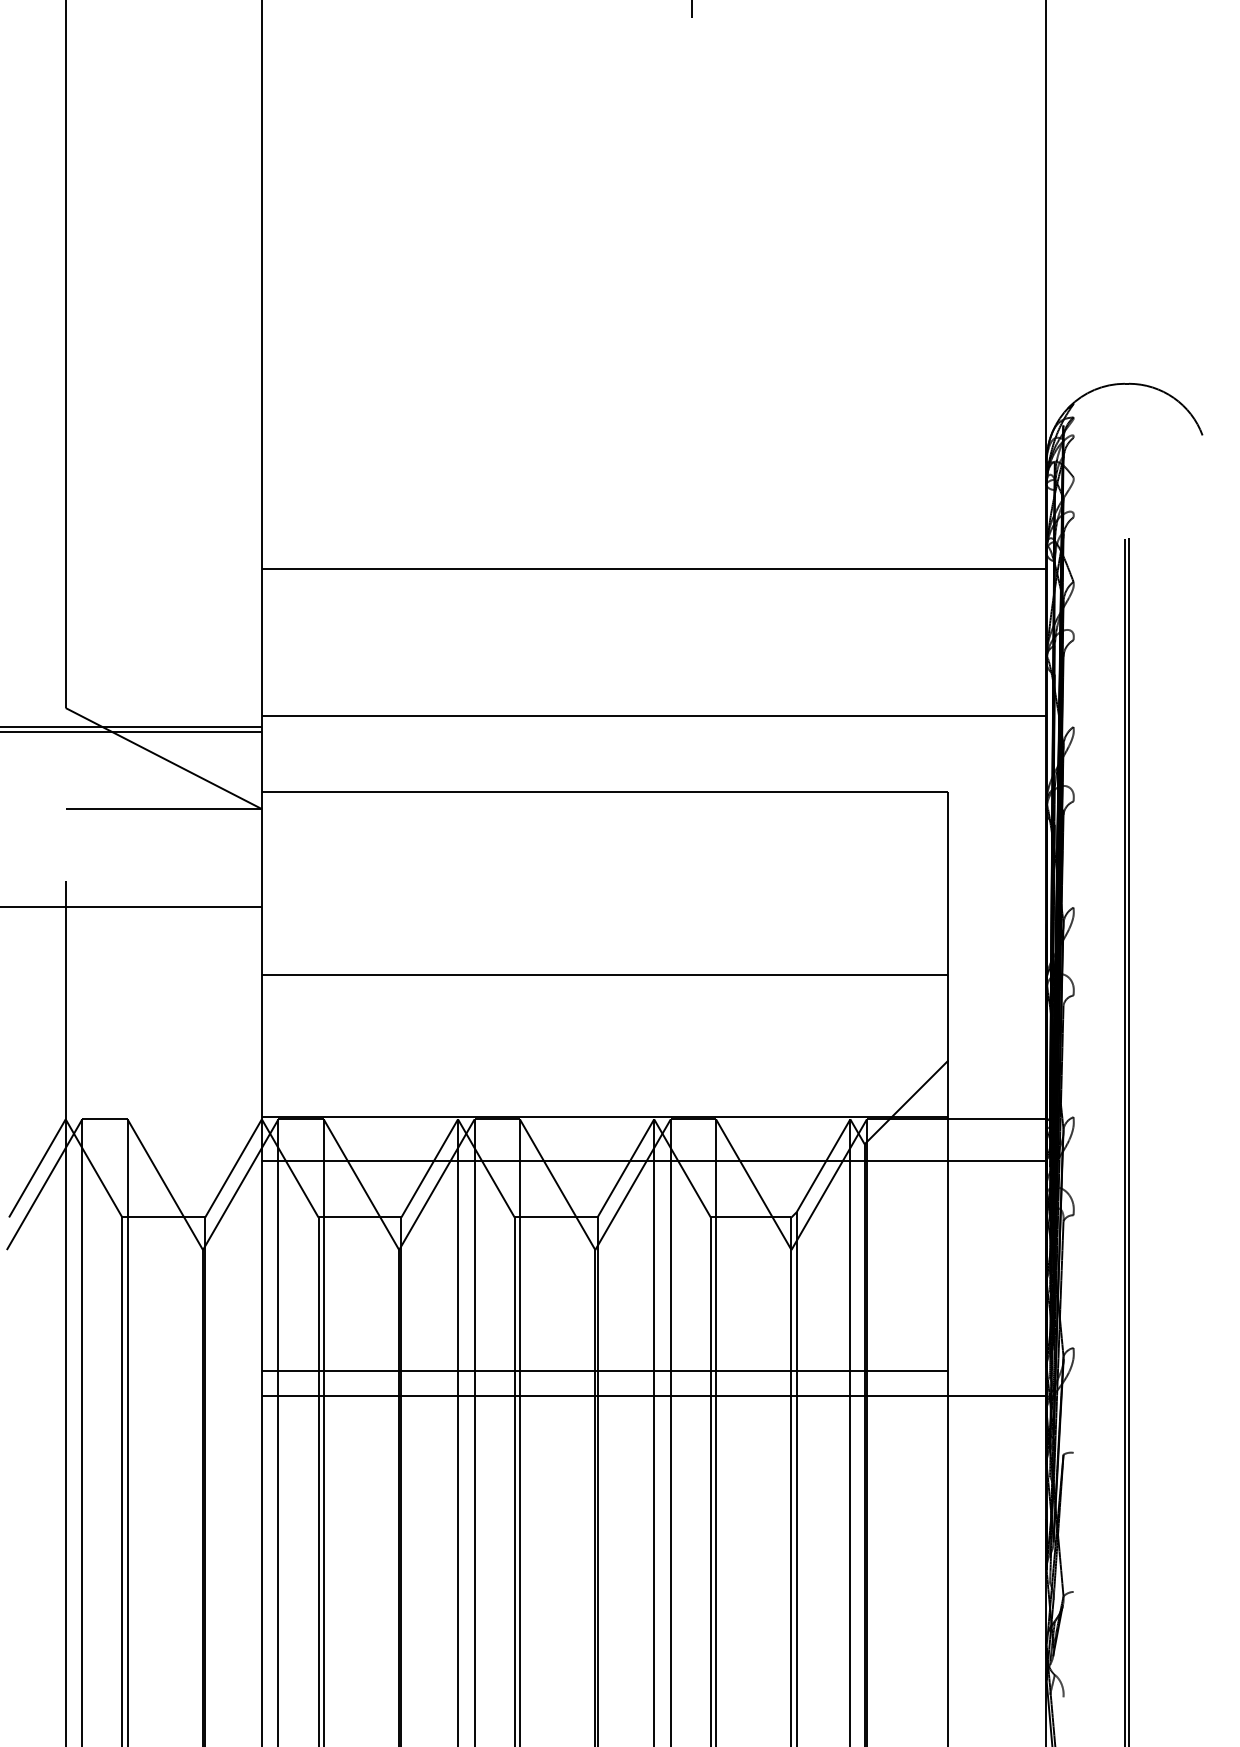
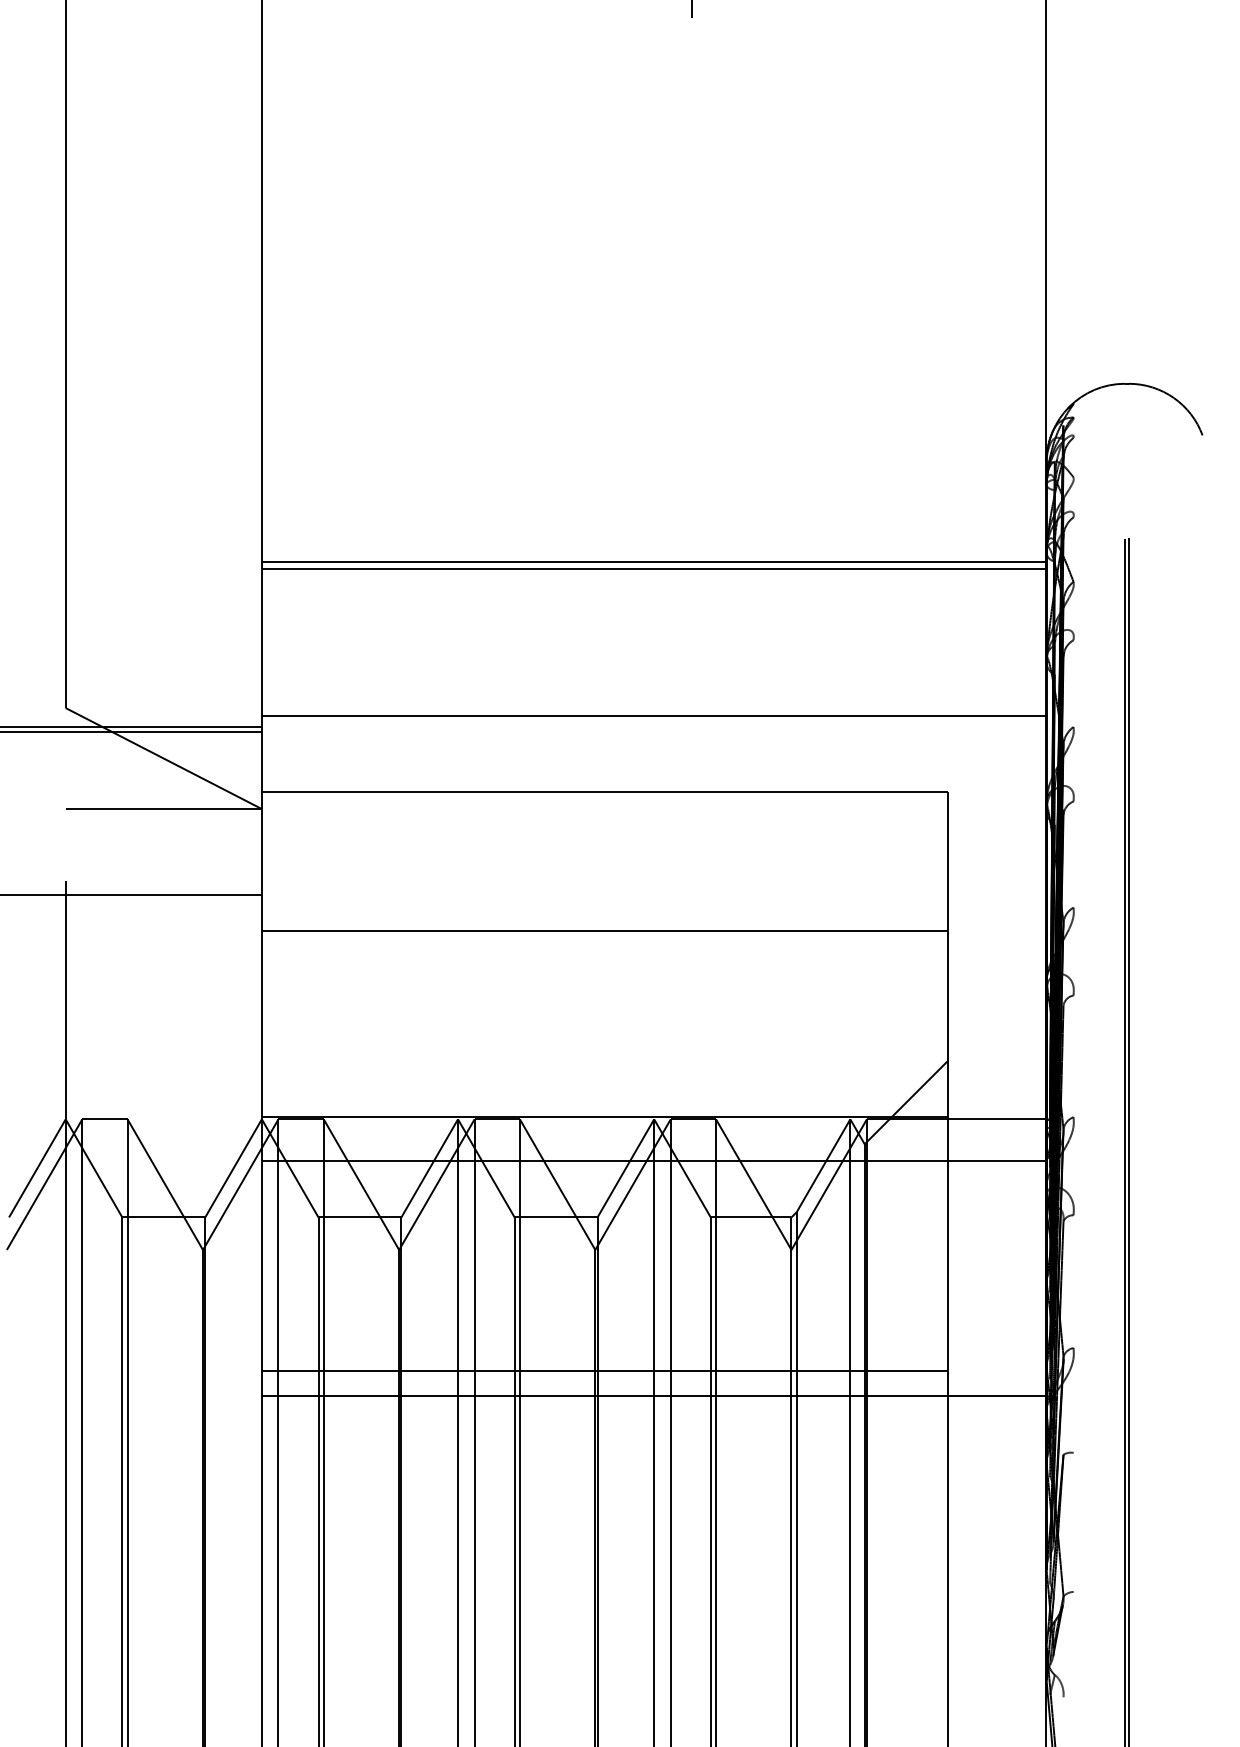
line at (653, 561): none -> present
line at (131, 906) position: (131, 906) -> (131, 894)
line at (604, 974) position: (604, 974) -> (604, 930)
